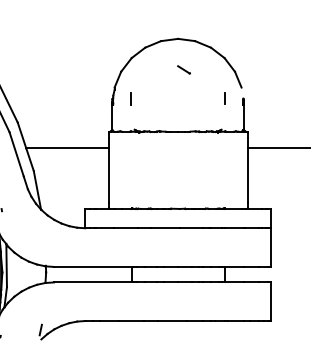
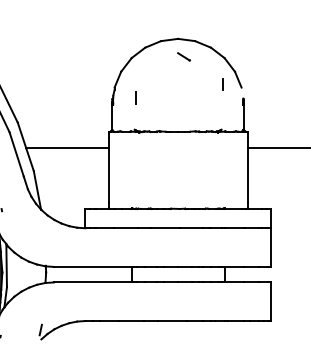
line at (183, 69) position: (183, 69) -> (183, 56)
line at (130, 98) position: (130, 98) -> (135, 97)
line at (224, 98) position: (224, 98) -> (222, 84)
